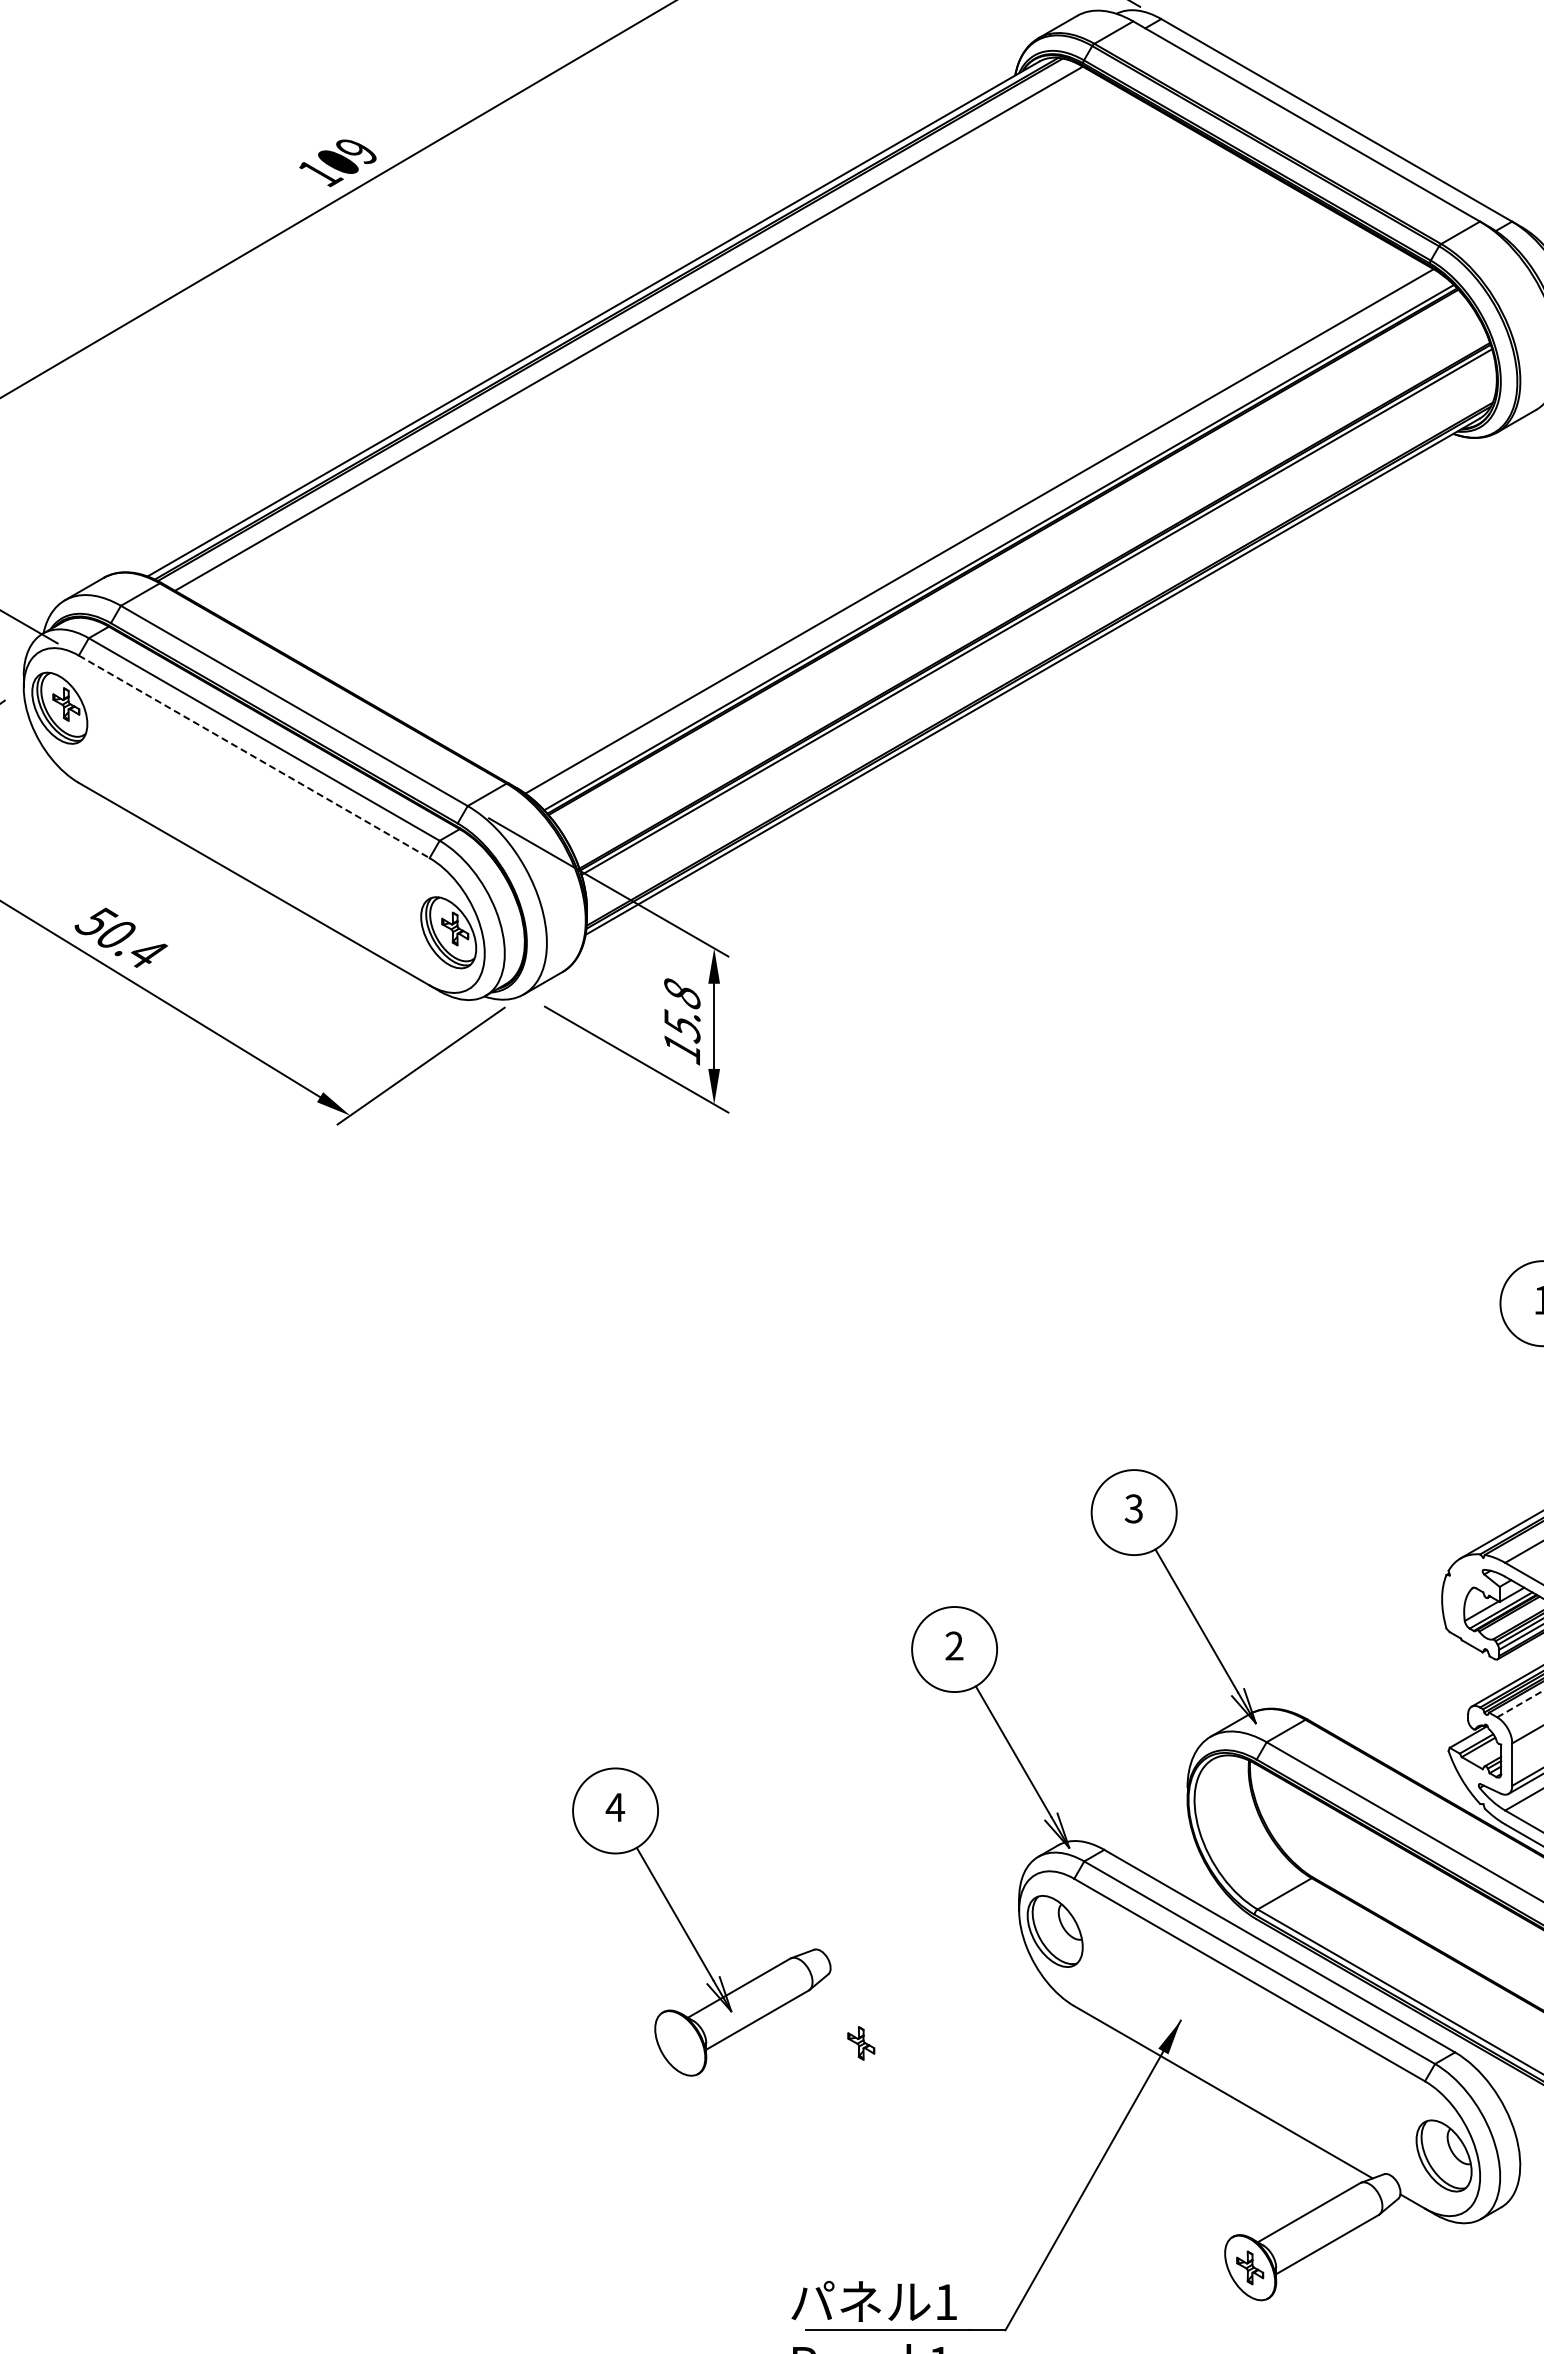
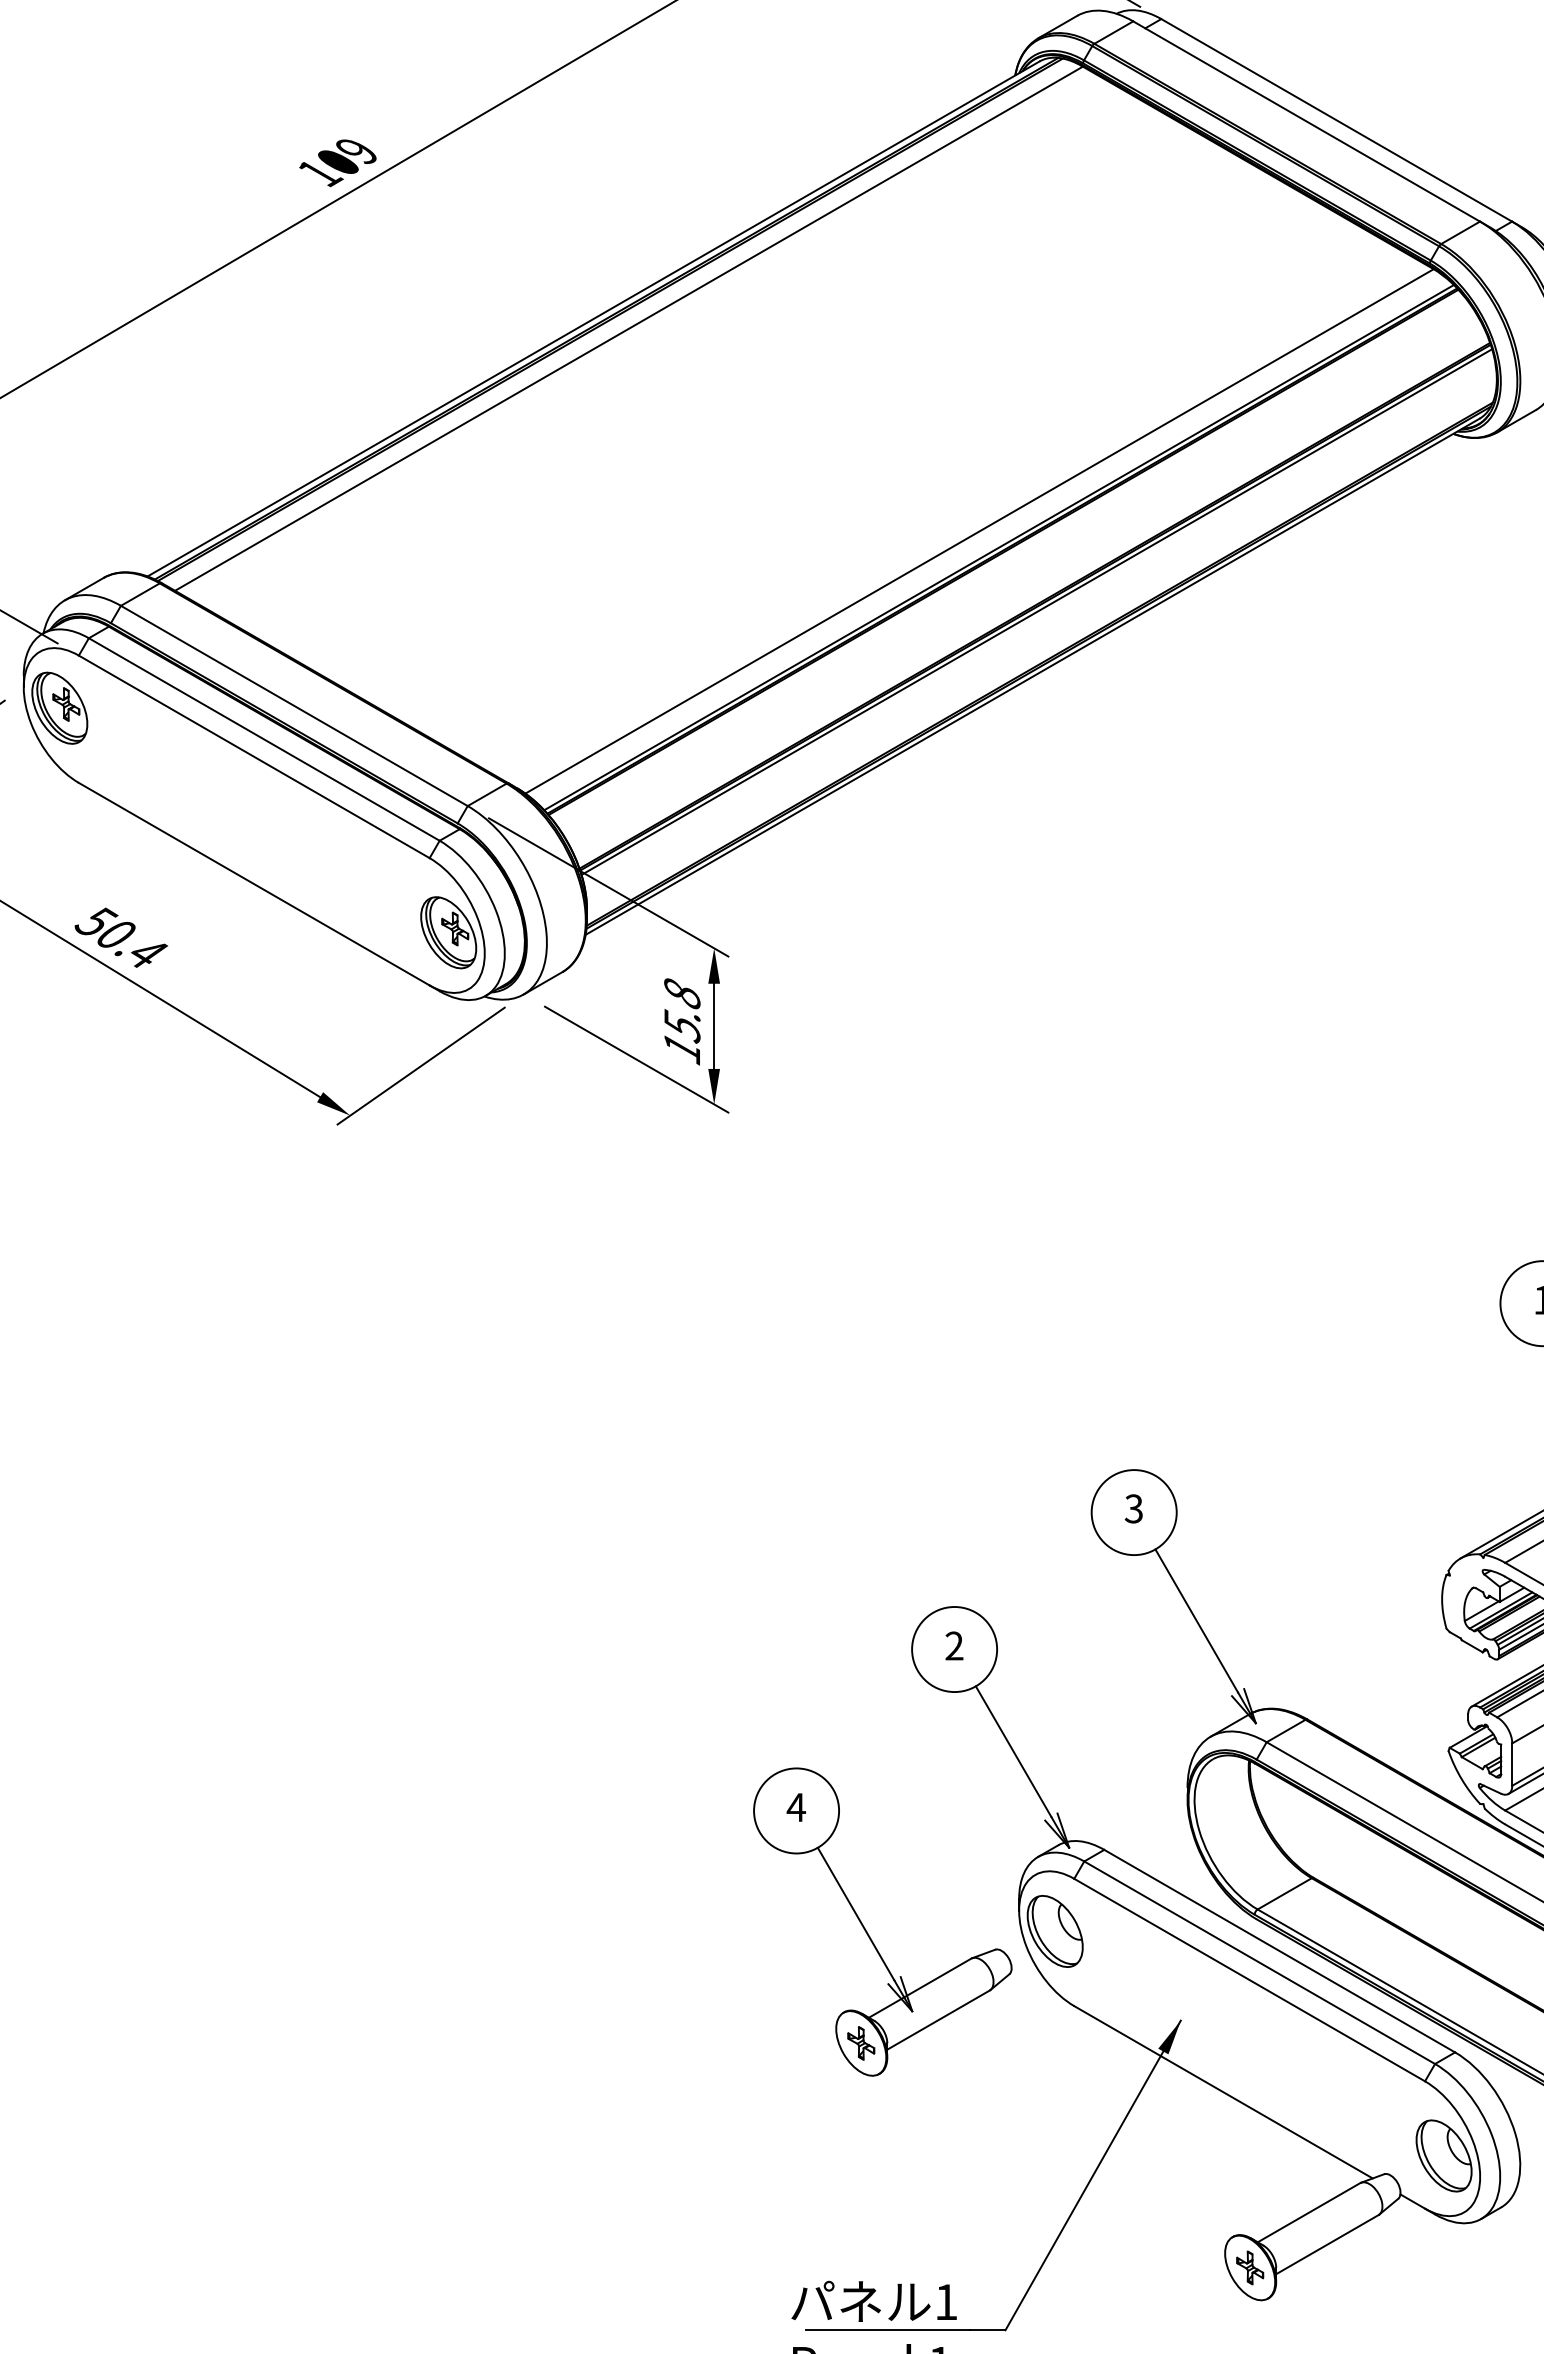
line at (254, 756): dashed -> solid
line at (1520, 1703): dashed -> solid
part at (685, 1929) position: (685, 1929) -> (866, 1929)
